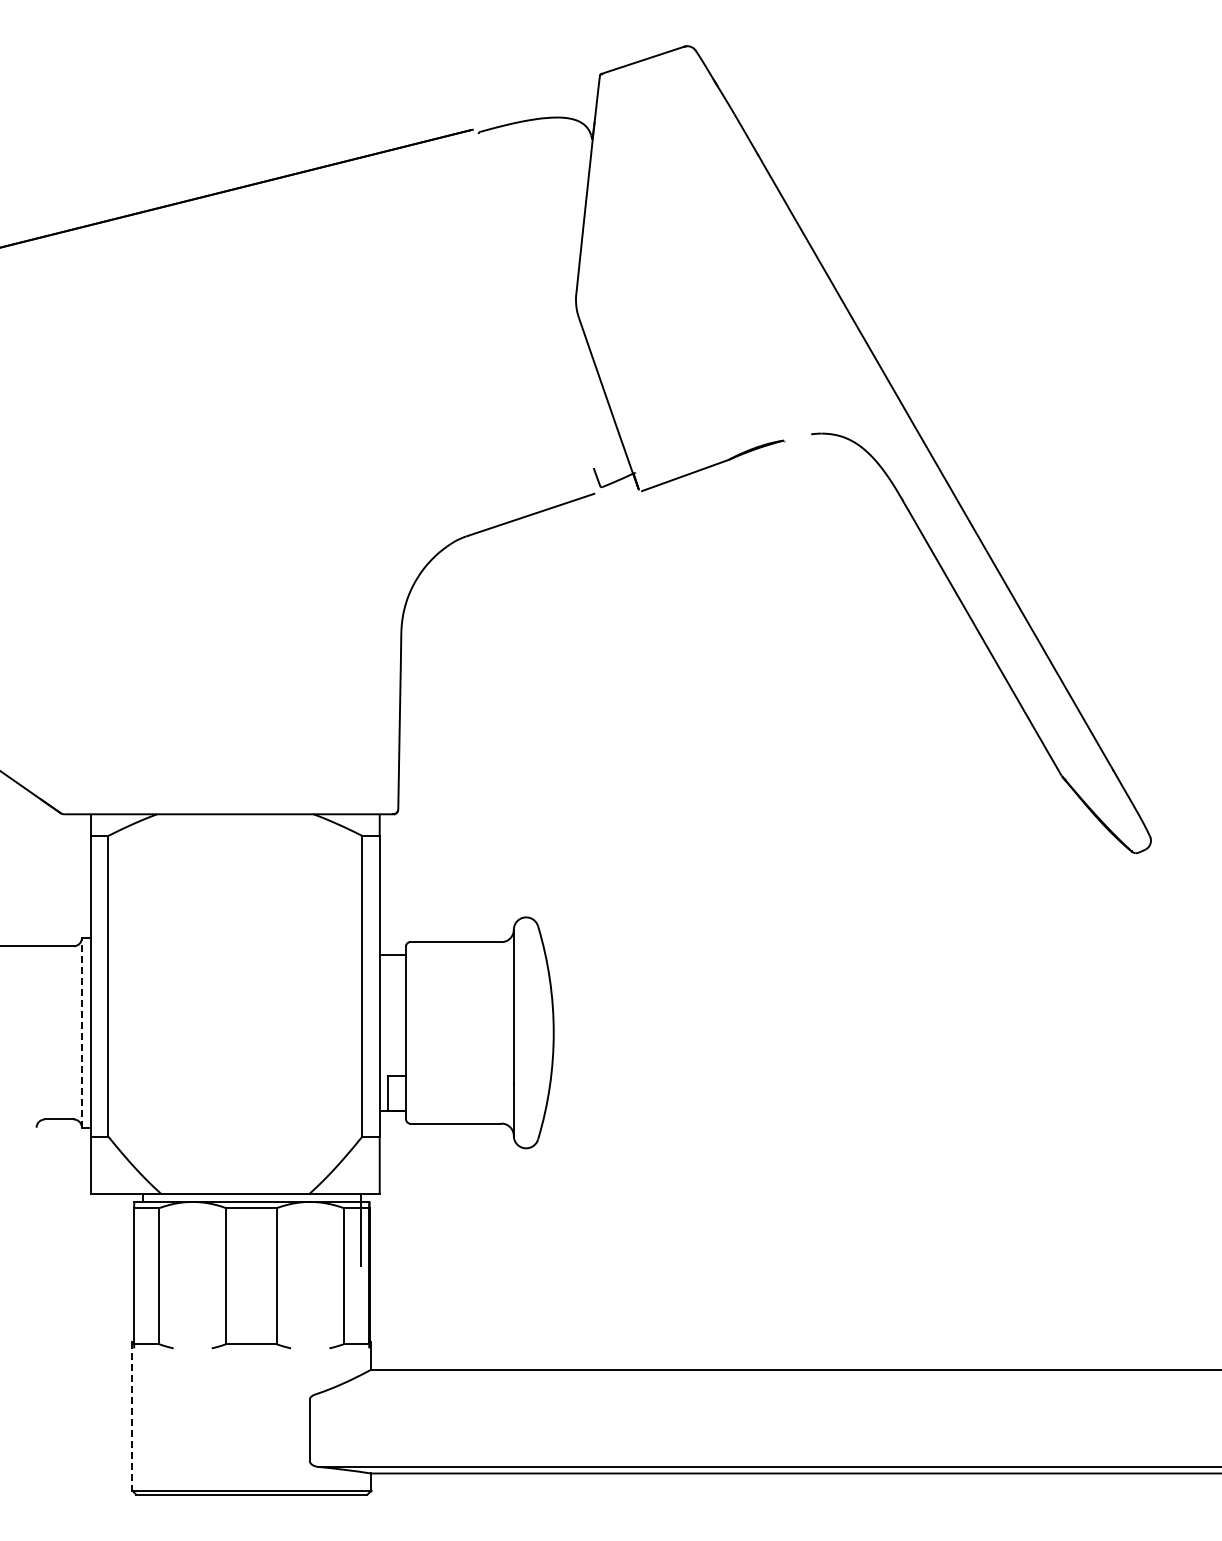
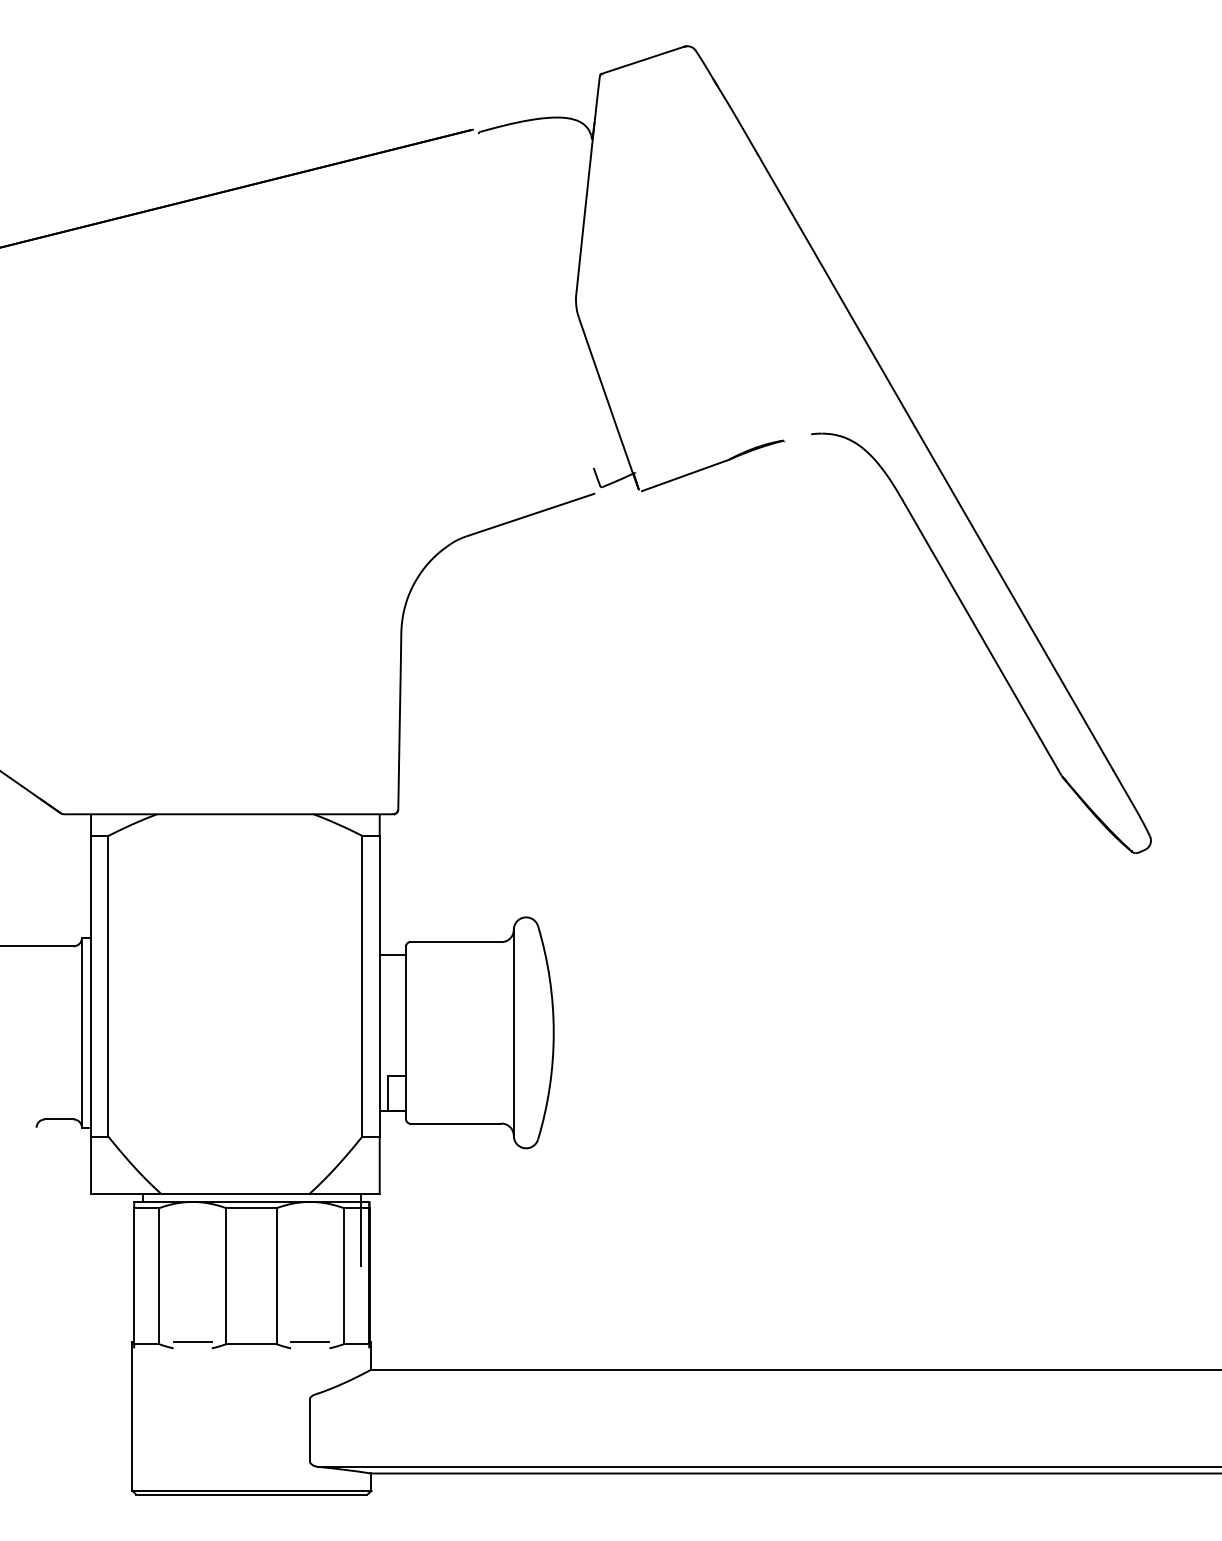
line at (81, 1032): dashed -> solid
line at (192, 1342): none -> present
line at (310, 1342): none -> present
line at (132, 1416): dashed -> solid
